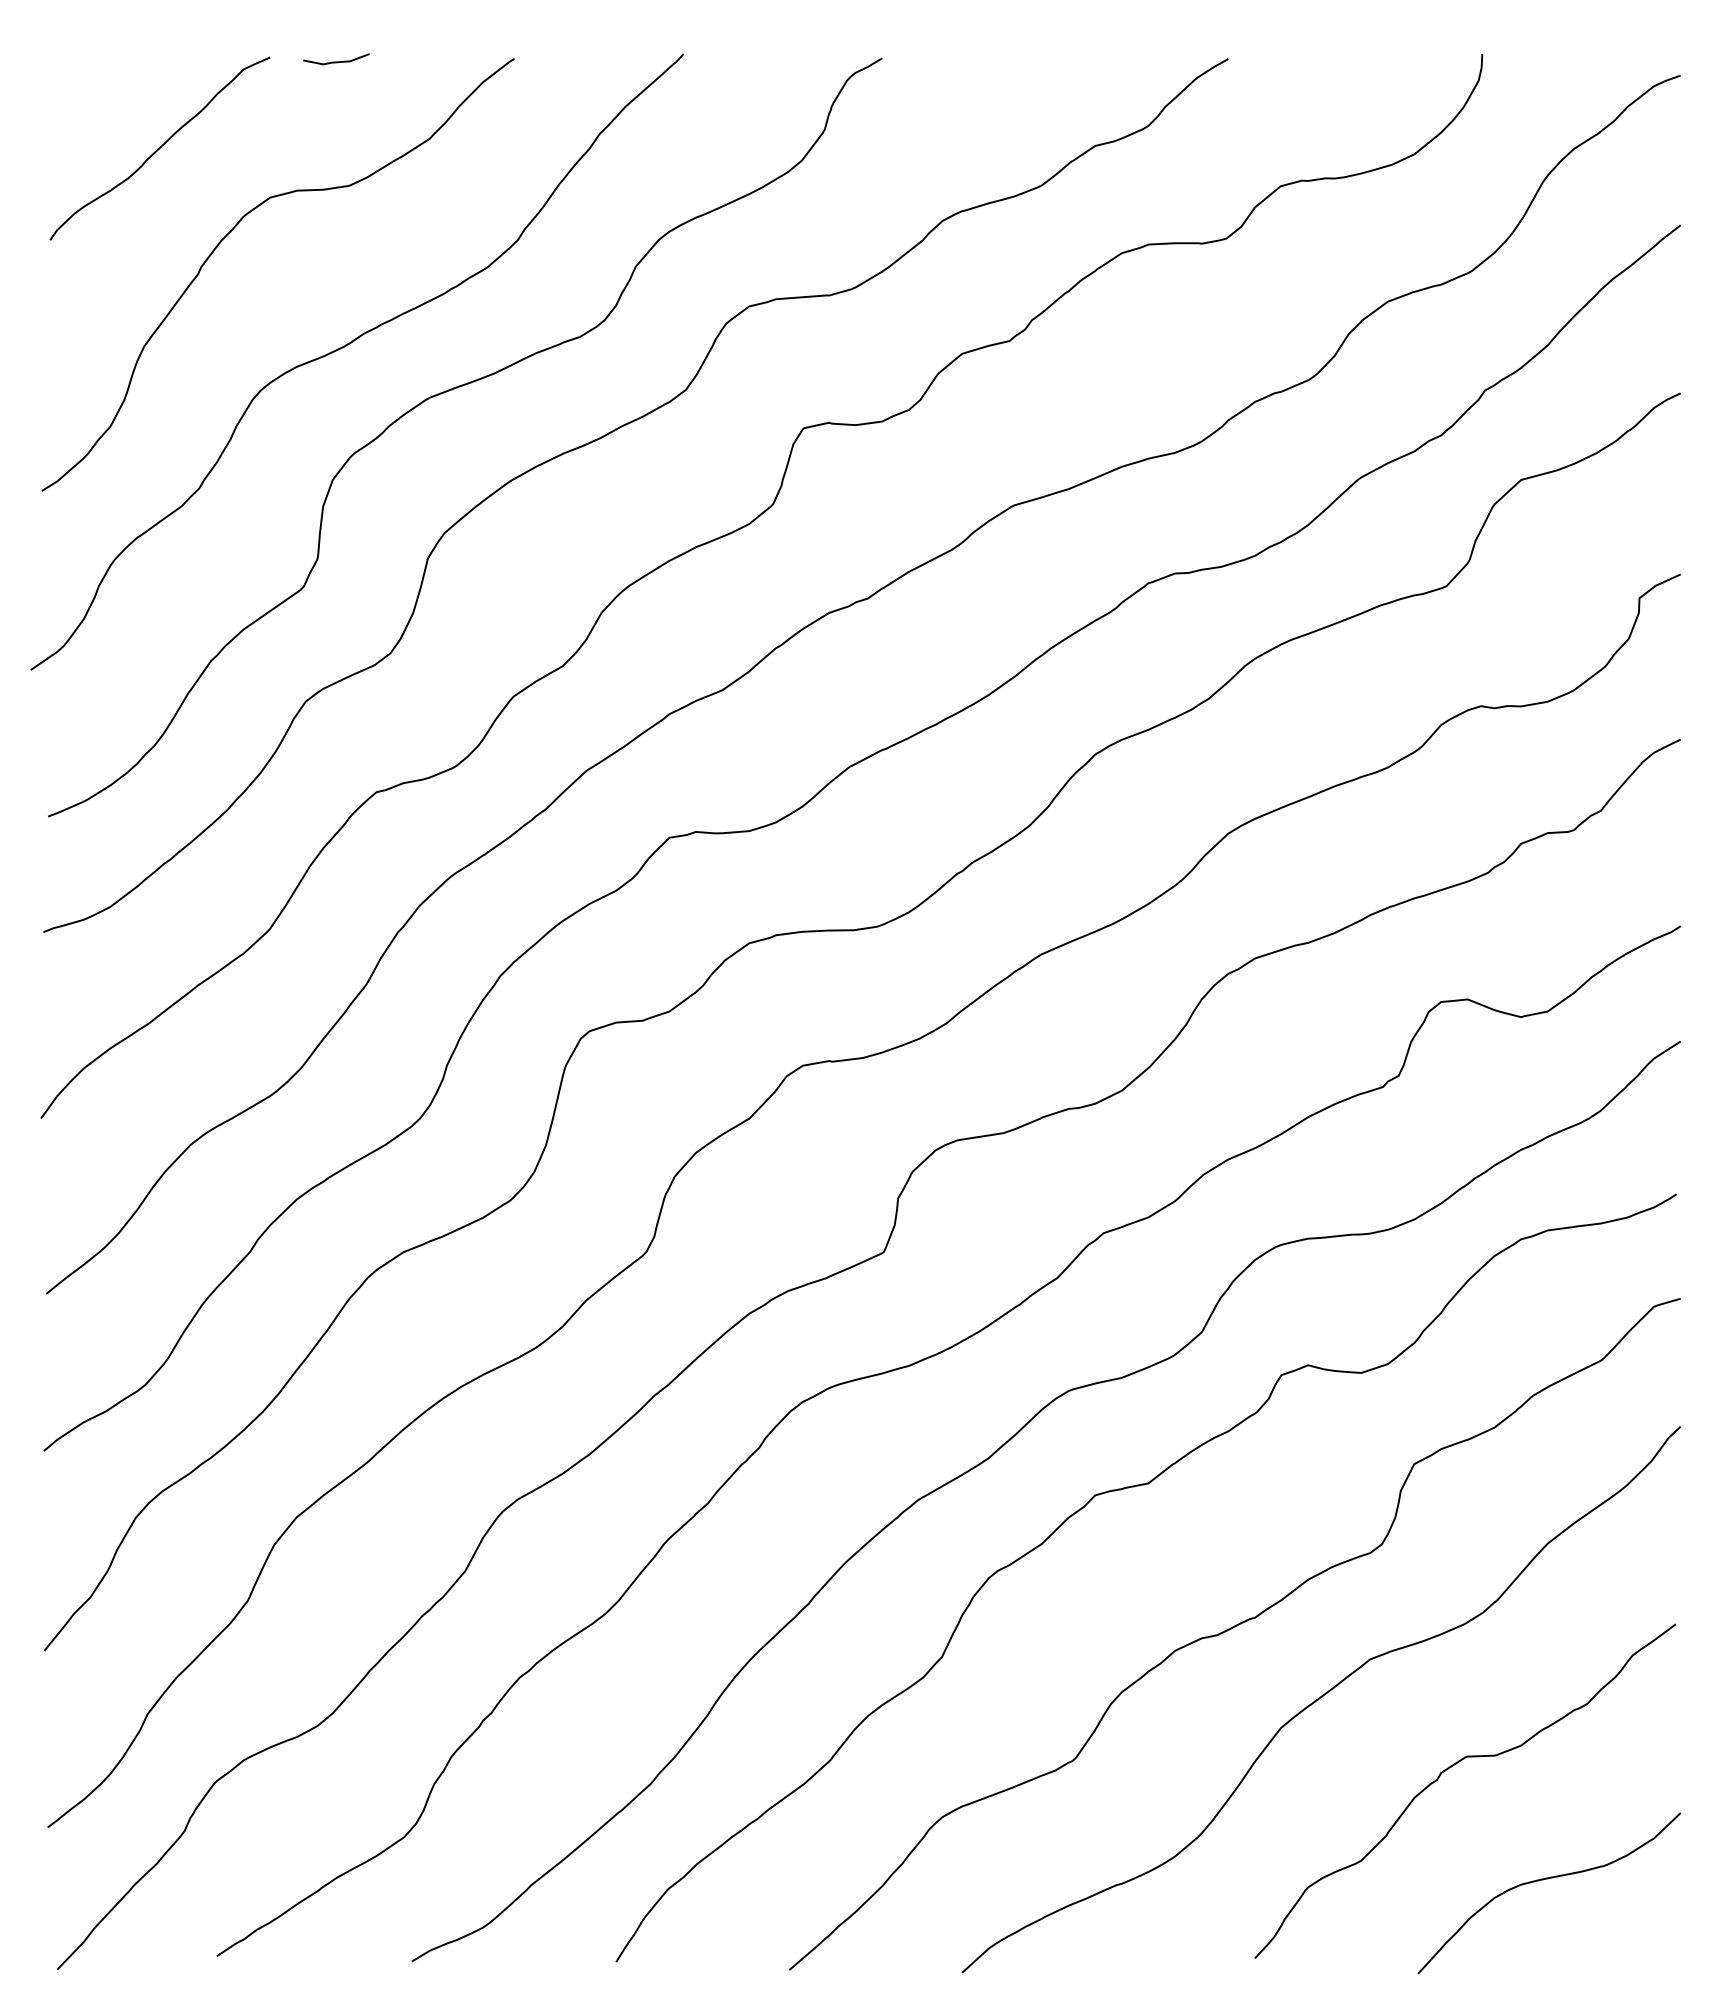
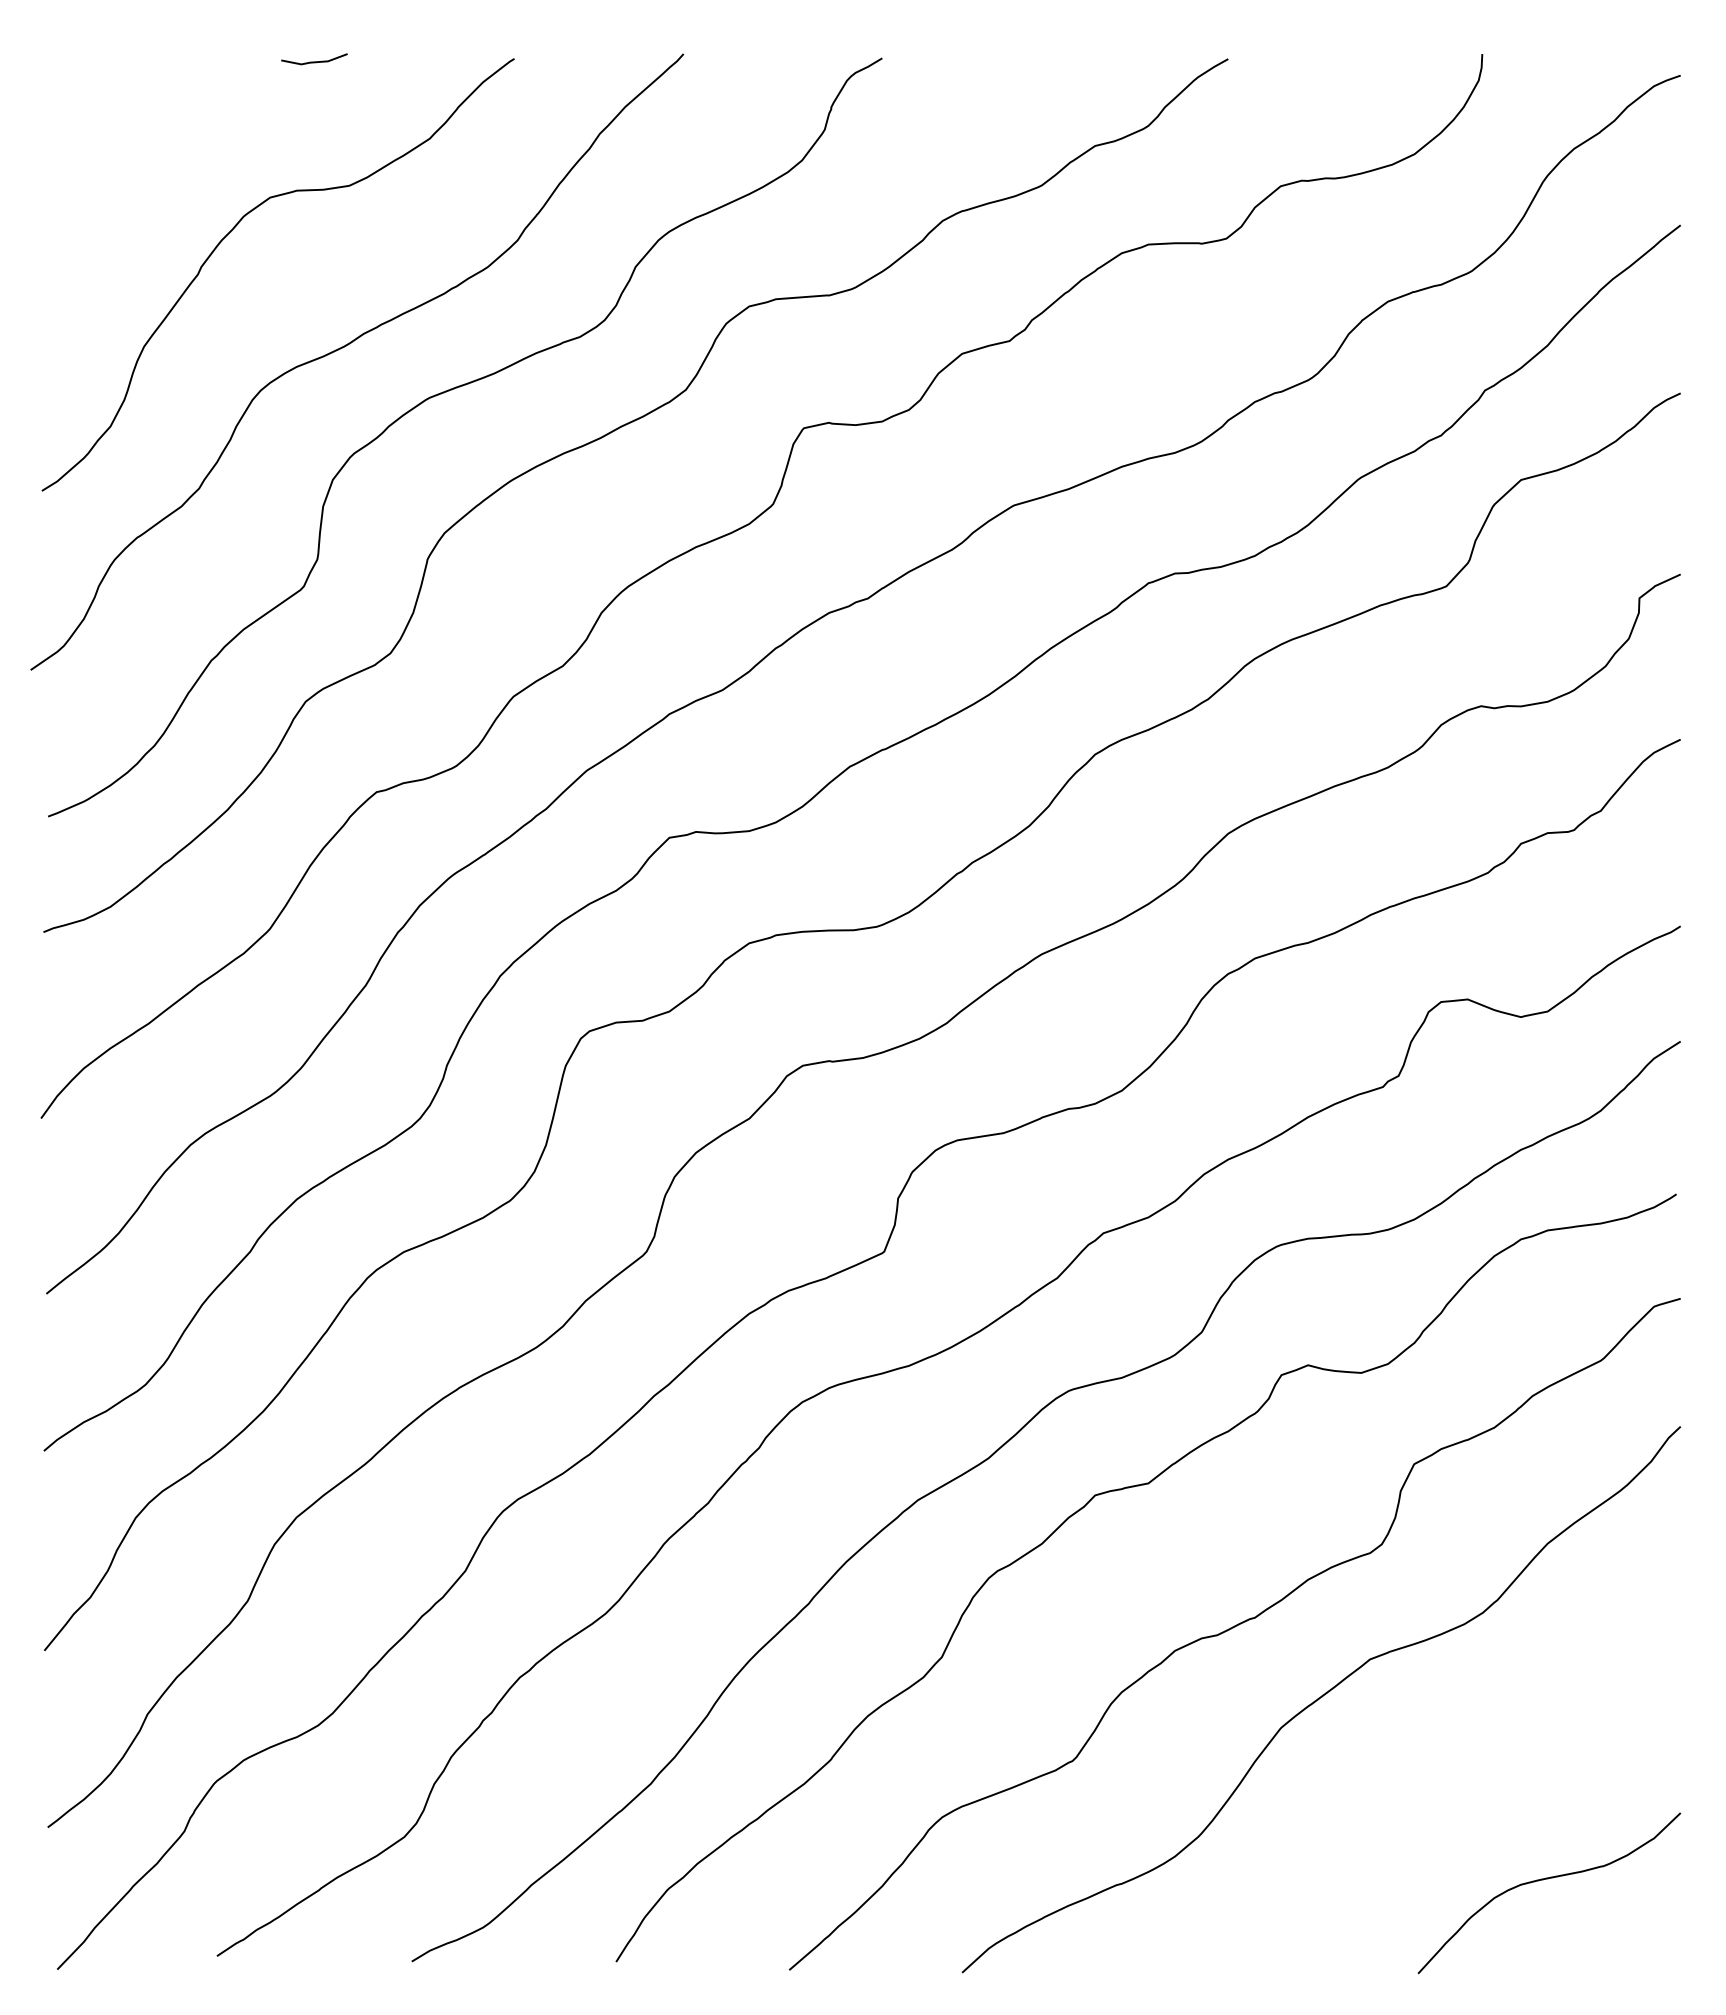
line at (336, 61) position: (336, 61) -> (314, 61)
curve at (159, 148): present -> none
curve at (1450, 1768): present -> none
